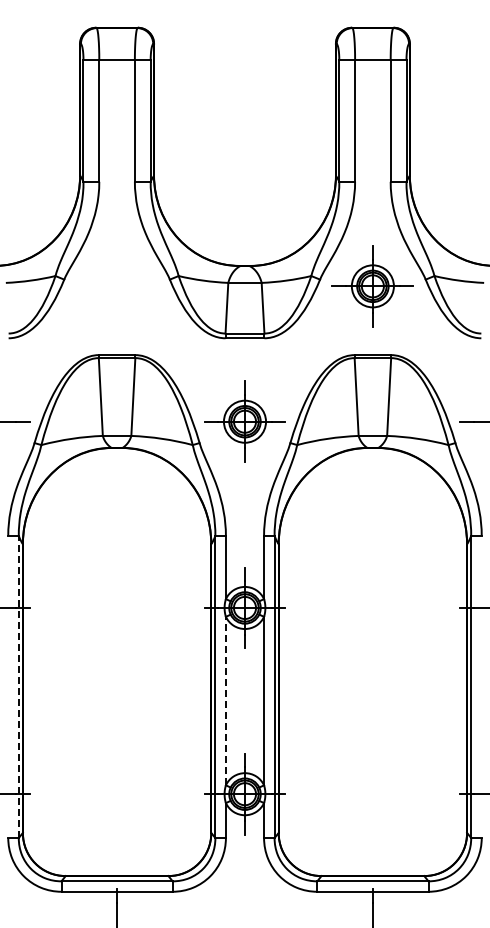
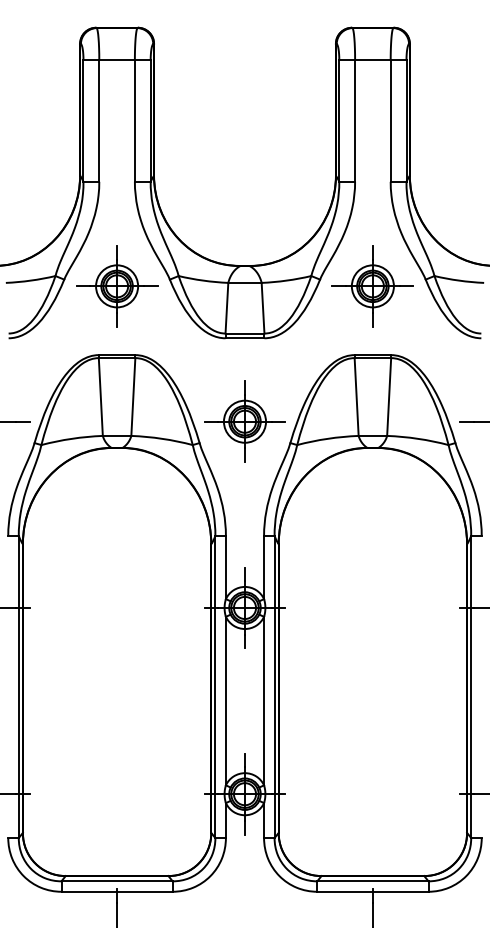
part at (117, 286): none -> present
line at (18, 686): dashed -> solid
line at (225, 700): dashed -> solid
